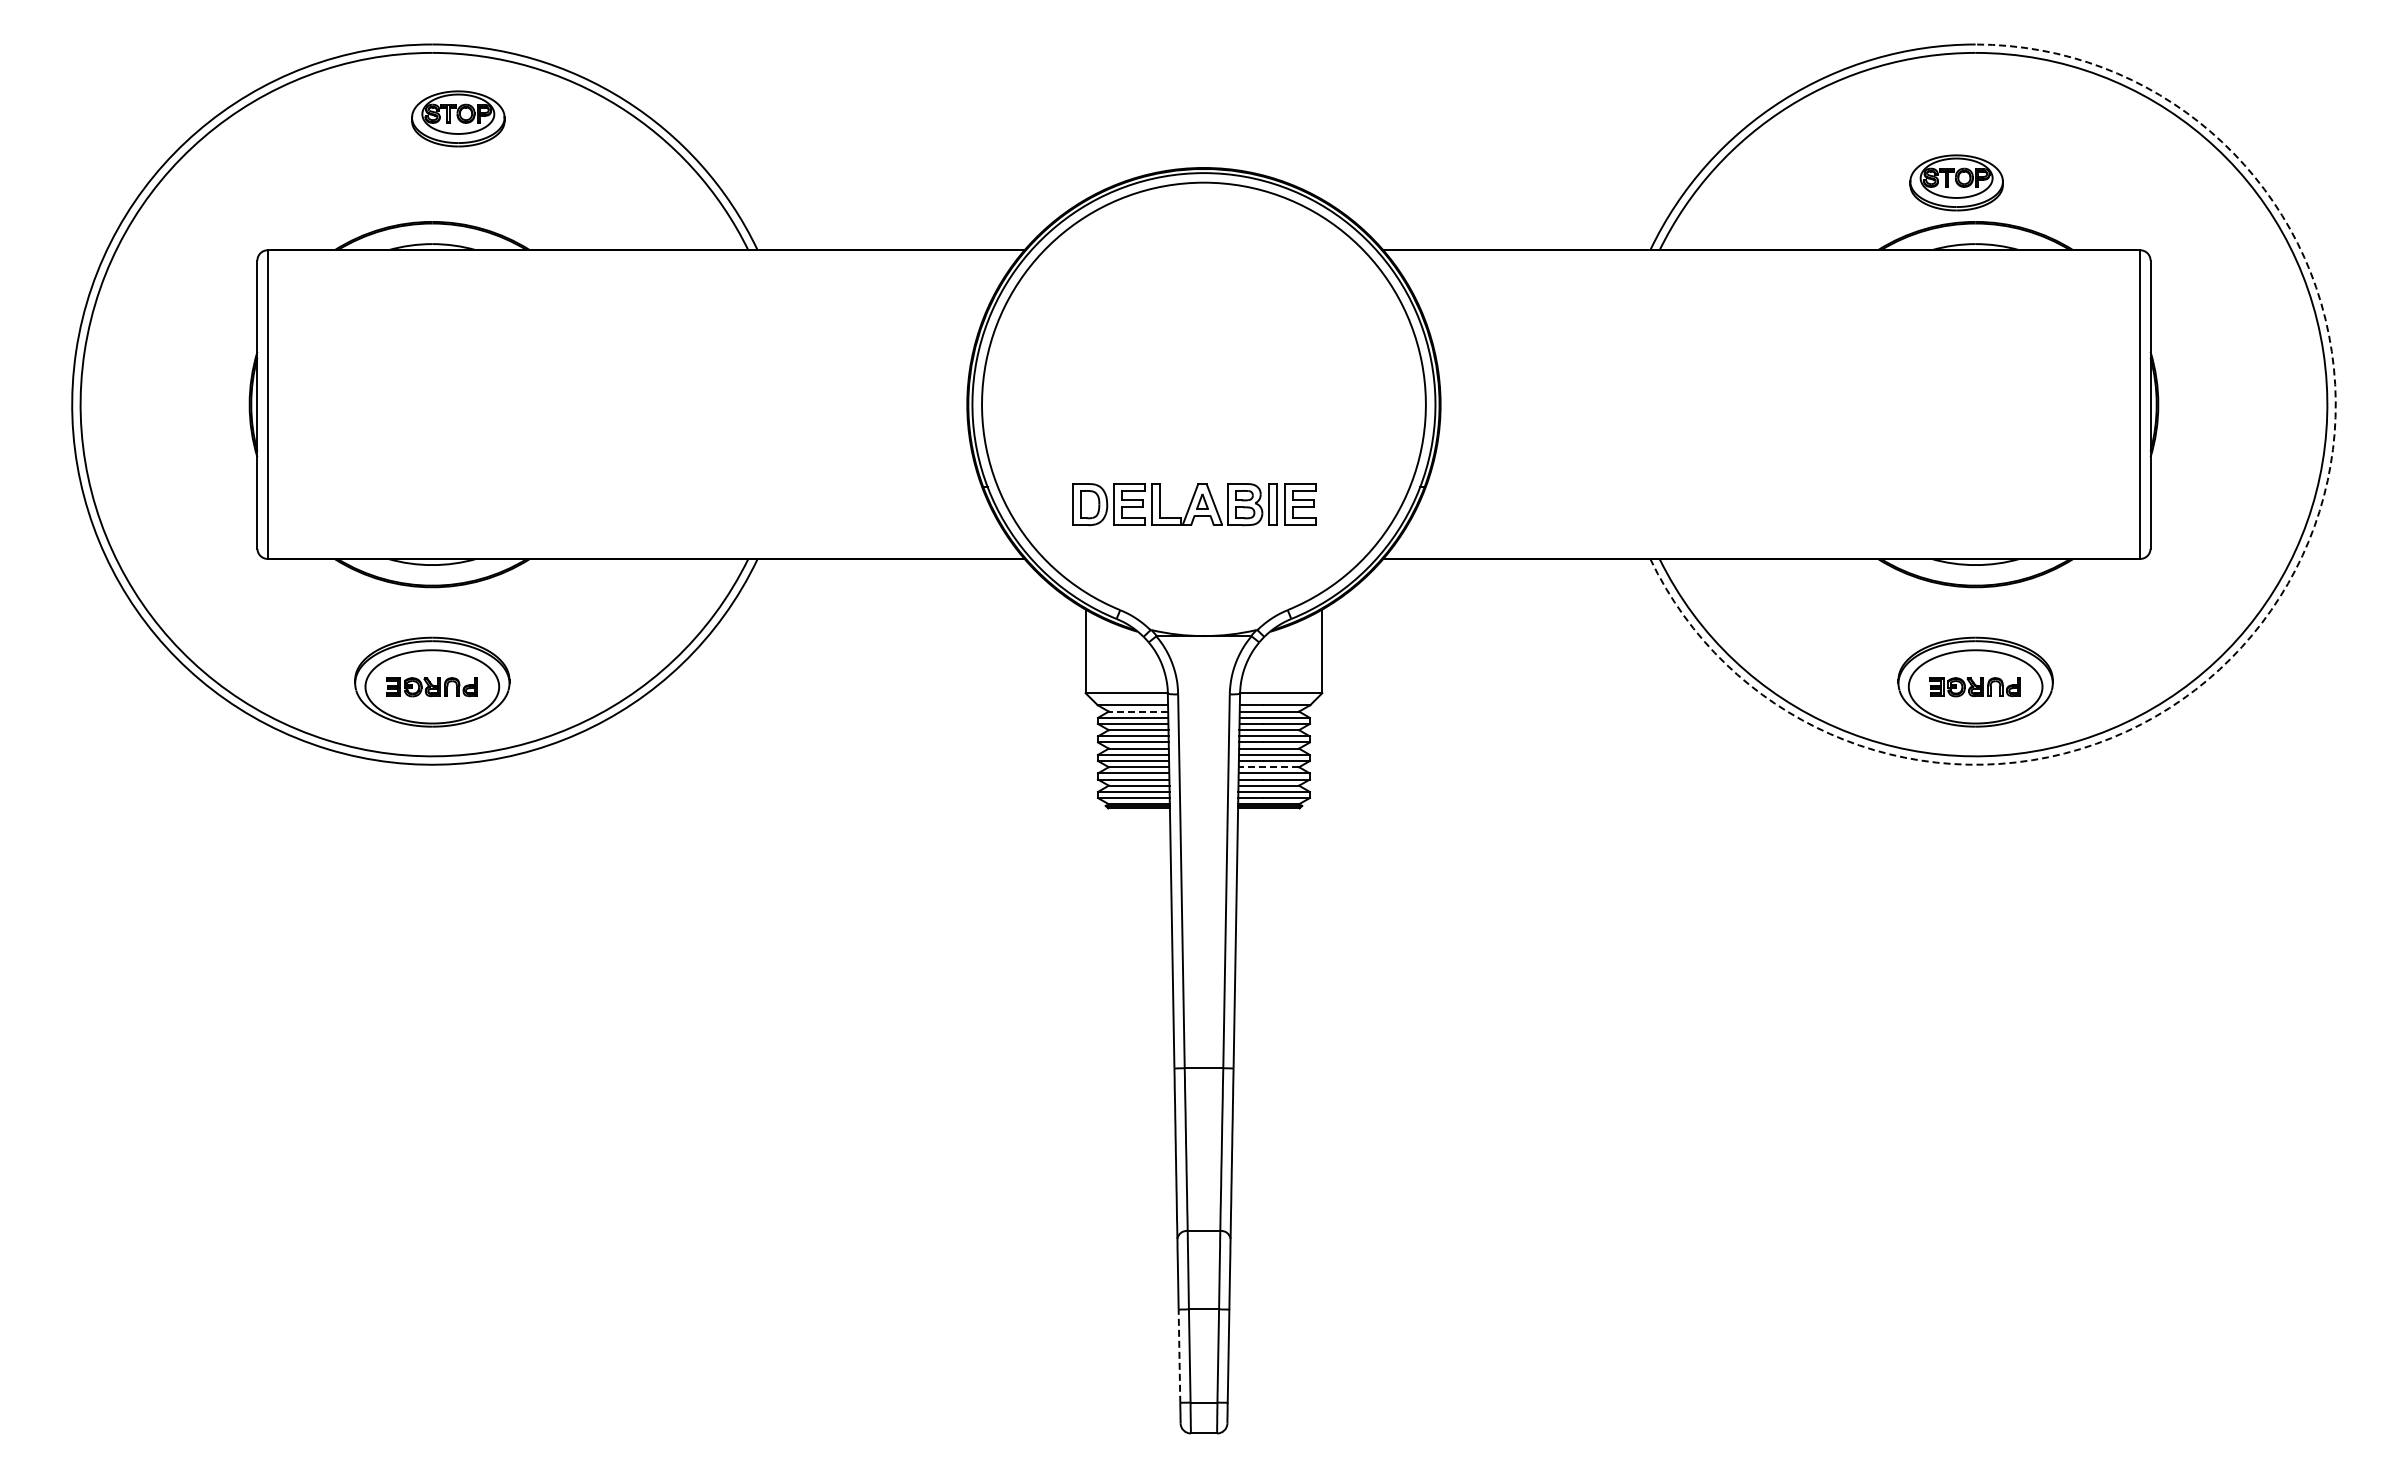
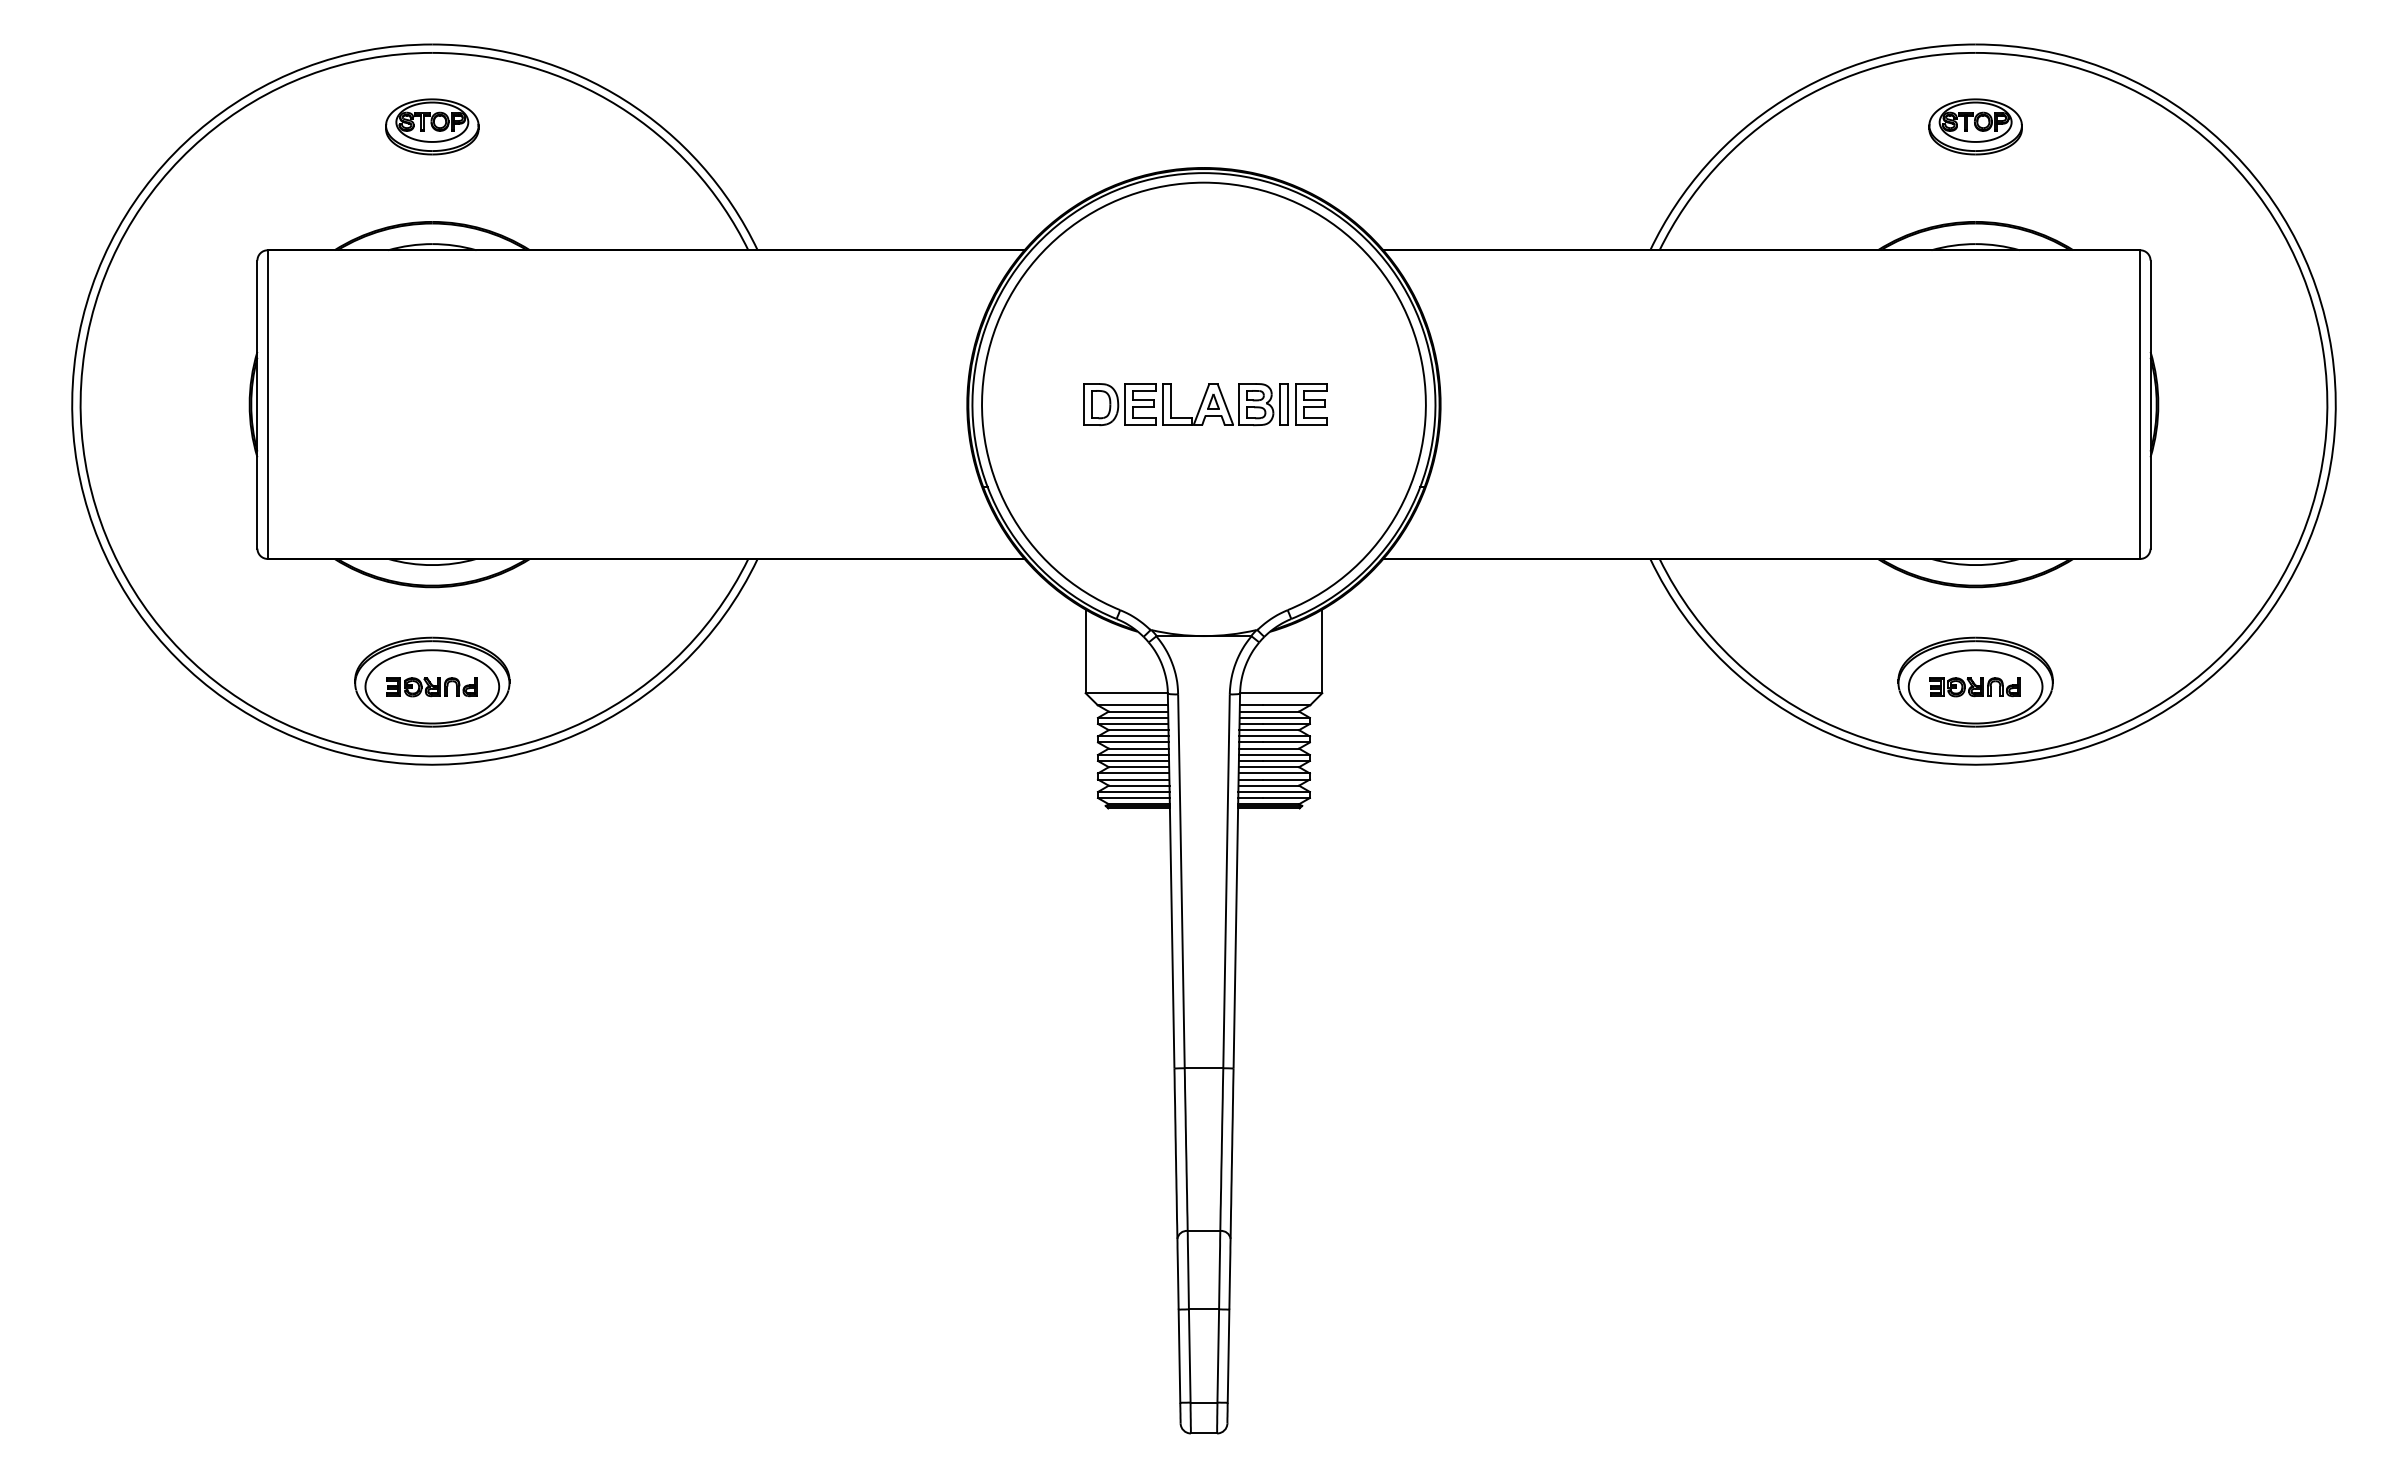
part at (458, 118) position: (458, 118) -> (432, 126)
part at (1956, 182) position: (1956, 182) -> (1975, 126)
part at (1194, 504) position: (1194, 504) -> (1205, 404)
arc at (2279, 597): dashed -> solid
line at (1138, 711): dashed -> solid
line at (1268, 767): dashed -> solid
line at (1179, 1356): dashed -> solid
